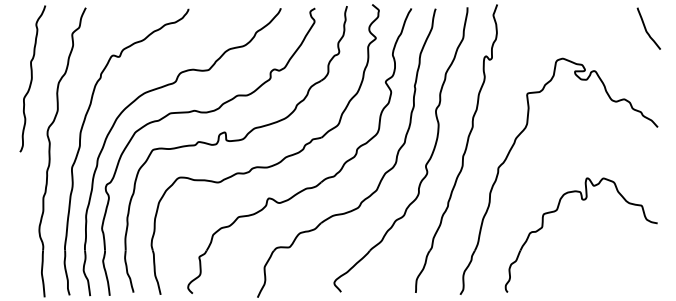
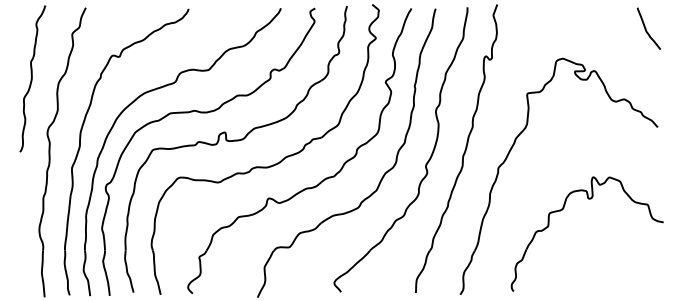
part at (557, 210) position: (557, 210) -> (563, 209)
